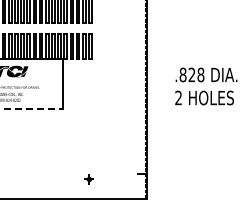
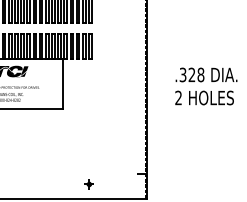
text at (182, 74): .828 -> .328
line at (32, 108): dashed -> solid
part at (88, 179) position: (88, 179) -> (88, 184)
